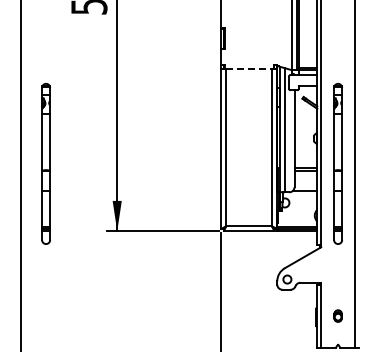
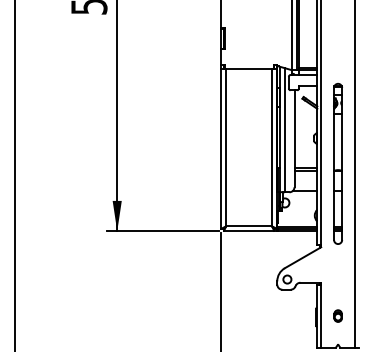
line at (249, 69): dashed -> solid
part at (45, 163): present -> none
line at (20, 175) position: (20, 175) -> (14, 175)
